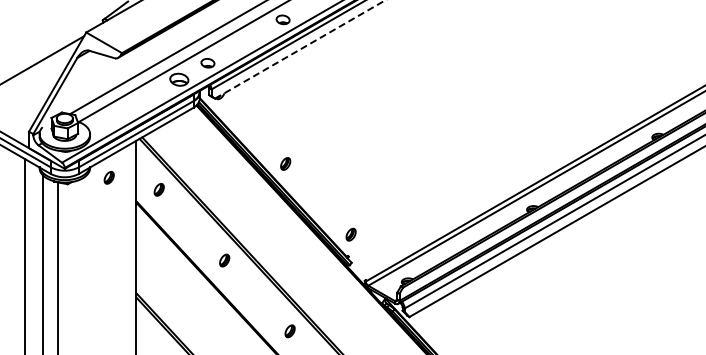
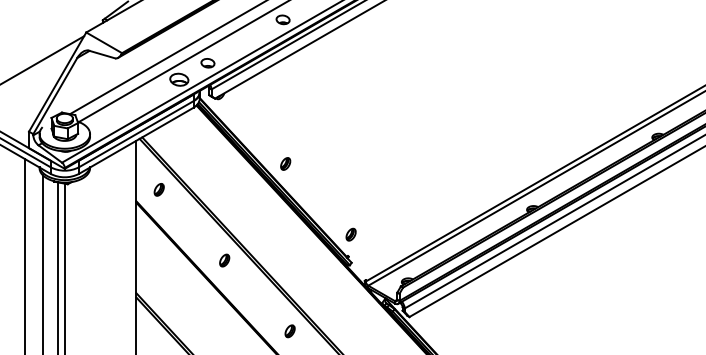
line at (300, 49): dashed -> solid
part at (108, 177): present -> none
line at (64, 267): none -> present
